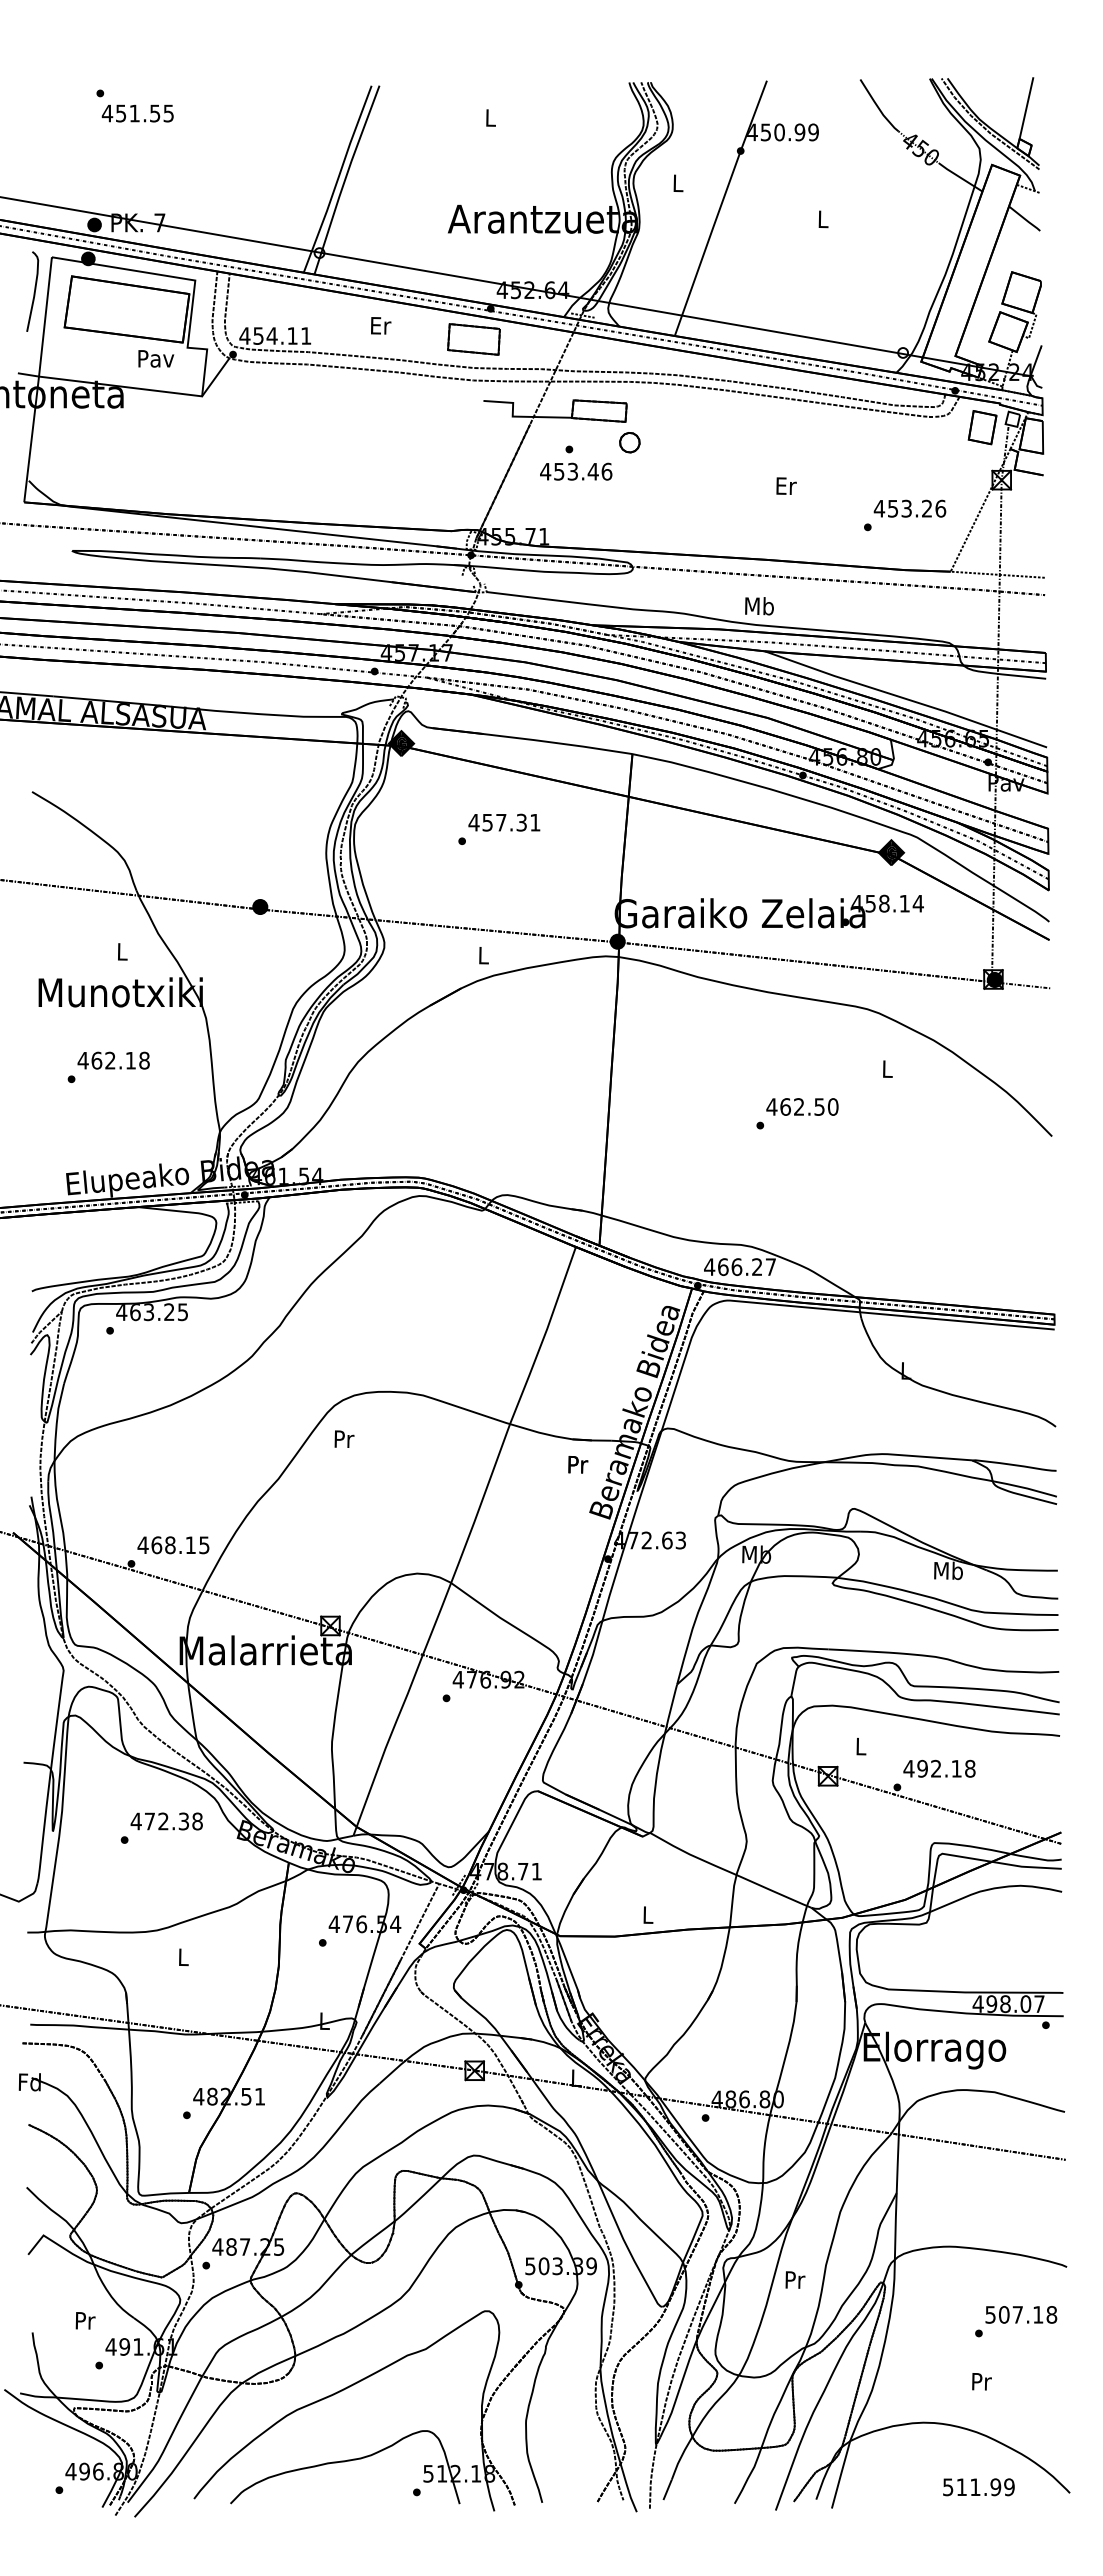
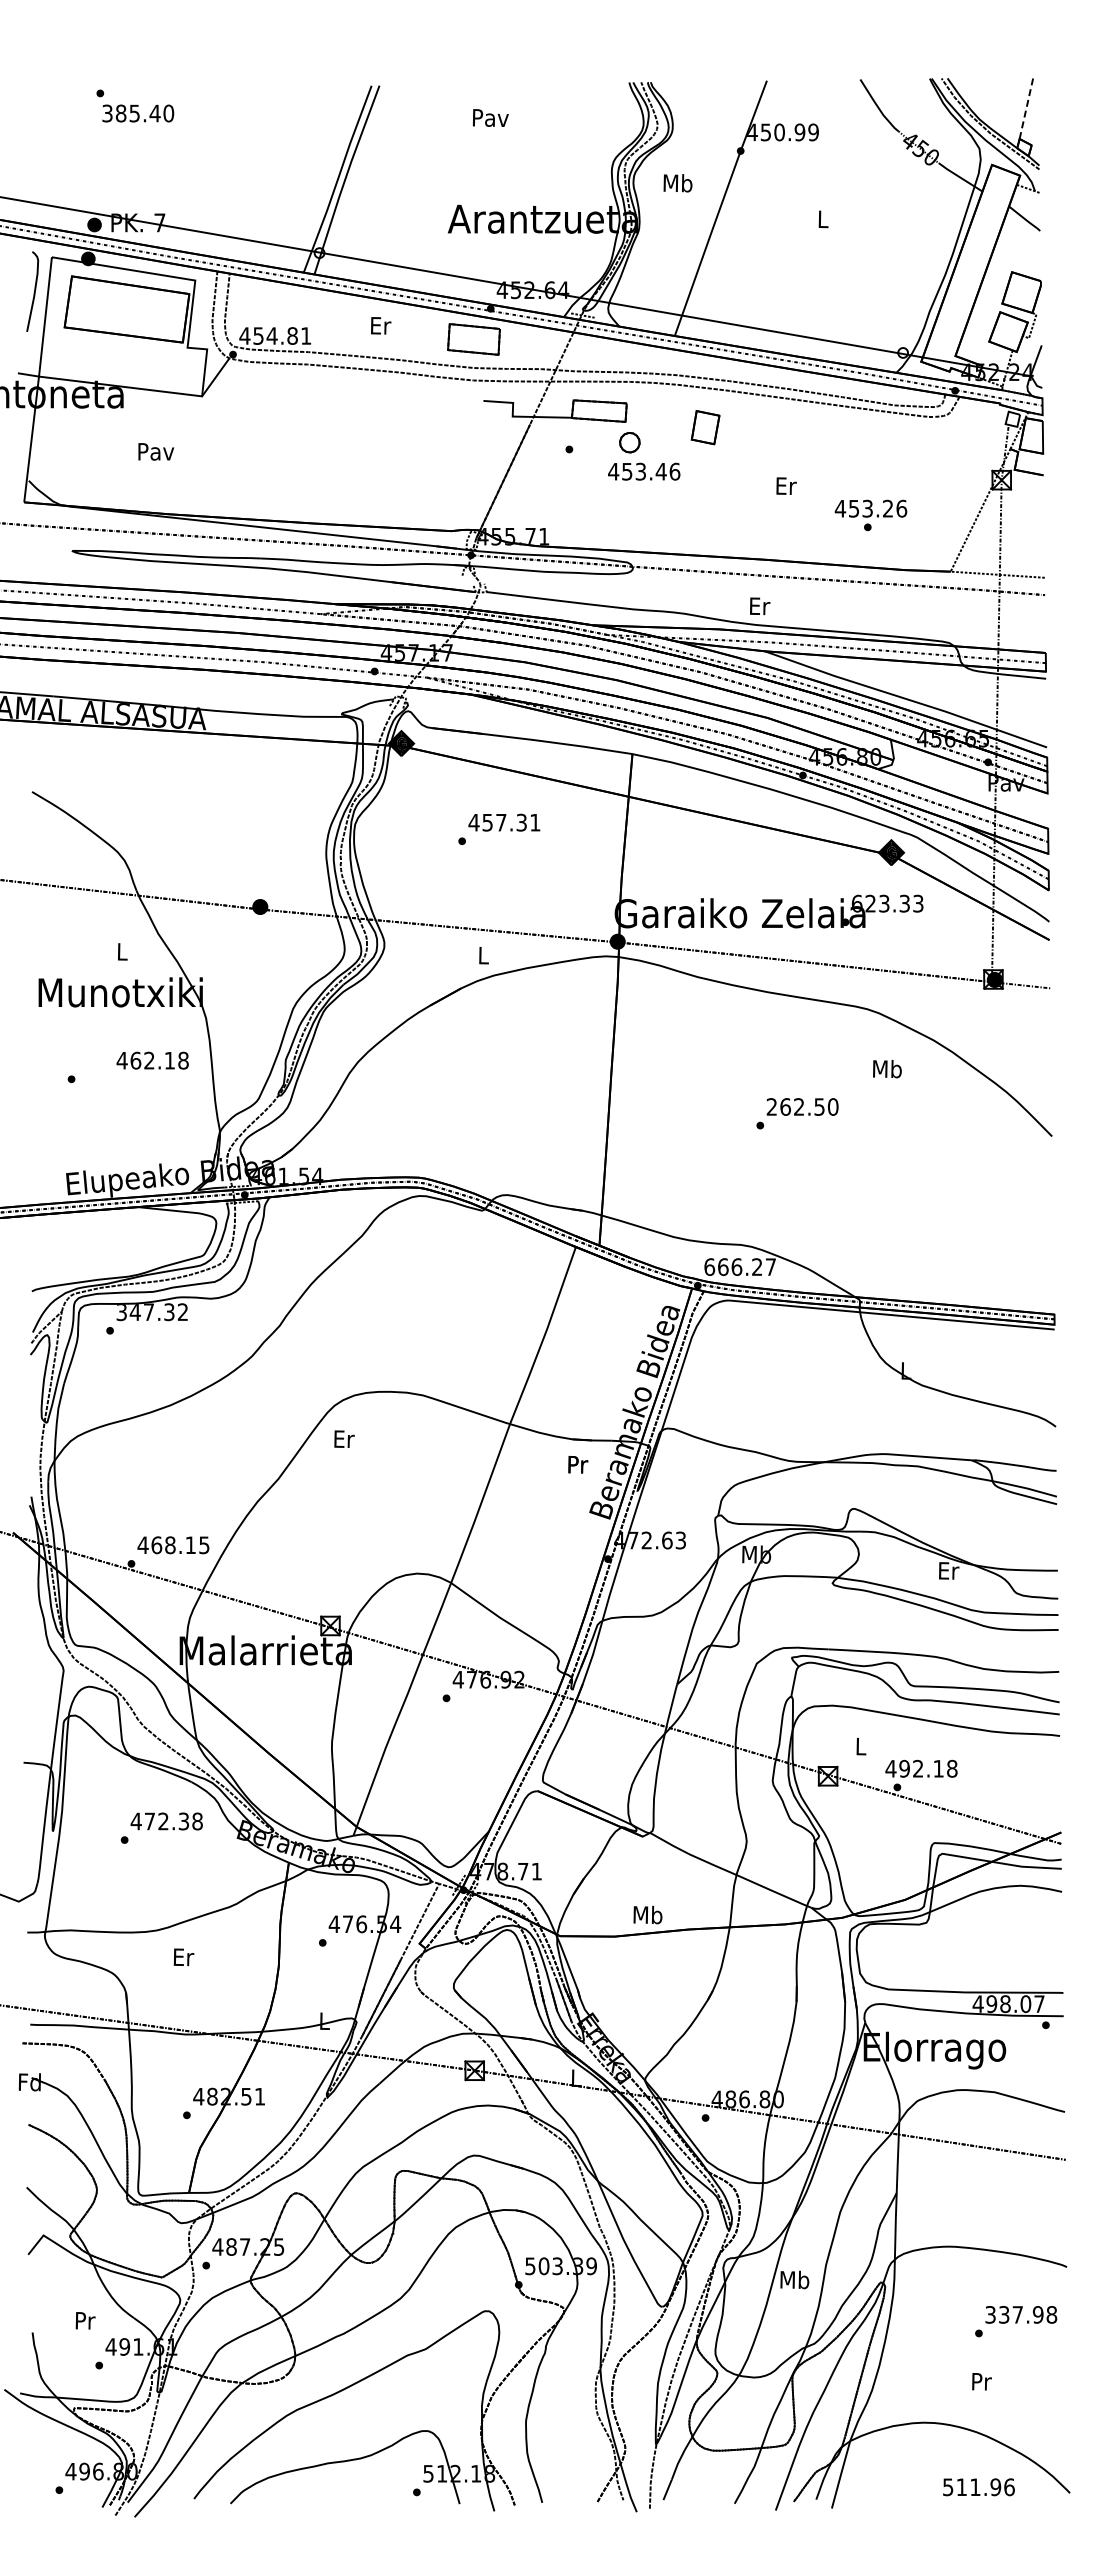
line at (1026, 108): solid -> dashed
text at (137, 113): 451.55 -> 385.40
text at (490, 117): L -> Pav
text at (677, 183): L -> Mb
text at (292, 335): 454.11 -> 454.81
text at (156, 358) position: (156, 358) -> (156, 451)
part at (982, 427) position: (982, 427) -> (705, 427)
text at (576, 471) position: (576, 471) -> (644, 471)
text at (909, 508) position: (909, 508) -> (870, 508)
text at (759, 606): Mb -> Er
text at (887, 903): 458.14 -> 623.33
text at (113, 1060) position: (113, 1060) -> (152, 1060)
text at (887, 1068): L -> Mb
text at (771, 1106): 462.50 -> 262.50
text at (709, 1266): 466.27 -> 666.27
text at (151, 1312): 463.25 -> 347.32
text at (344, 1438): Pr -> Er
text at (948, 1570): Mb -> Er
text at (939, 1768) position: (939, 1768) -> (921, 1768)
text at (647, 1914): L -> Mb
text at (183, 1957): L -> Er
text at (794, 2279): Pr -> Mb
text at (1014, 2314): 507.18 -> 337.98
text at (1009, 2487): 511.99 -> 511.96
